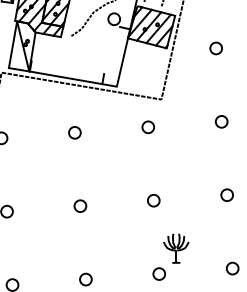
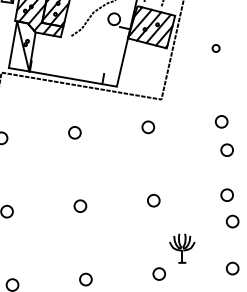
part at (215, 48) size: 14x15 px -> 10x9 px
part at (226, 149): none -> present
part at (232, 221): none -> present
part at (176, 248) position: (176, 248) -> (182, 248)
